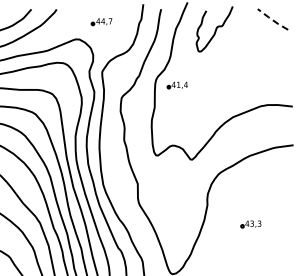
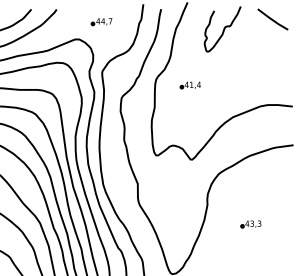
line at (272, 19): dashed -> solid
curve at (215, 29) position: (215, 29) -> (223, 29)
part at (176, 85) position: (176, 85) -> (189, 85)
